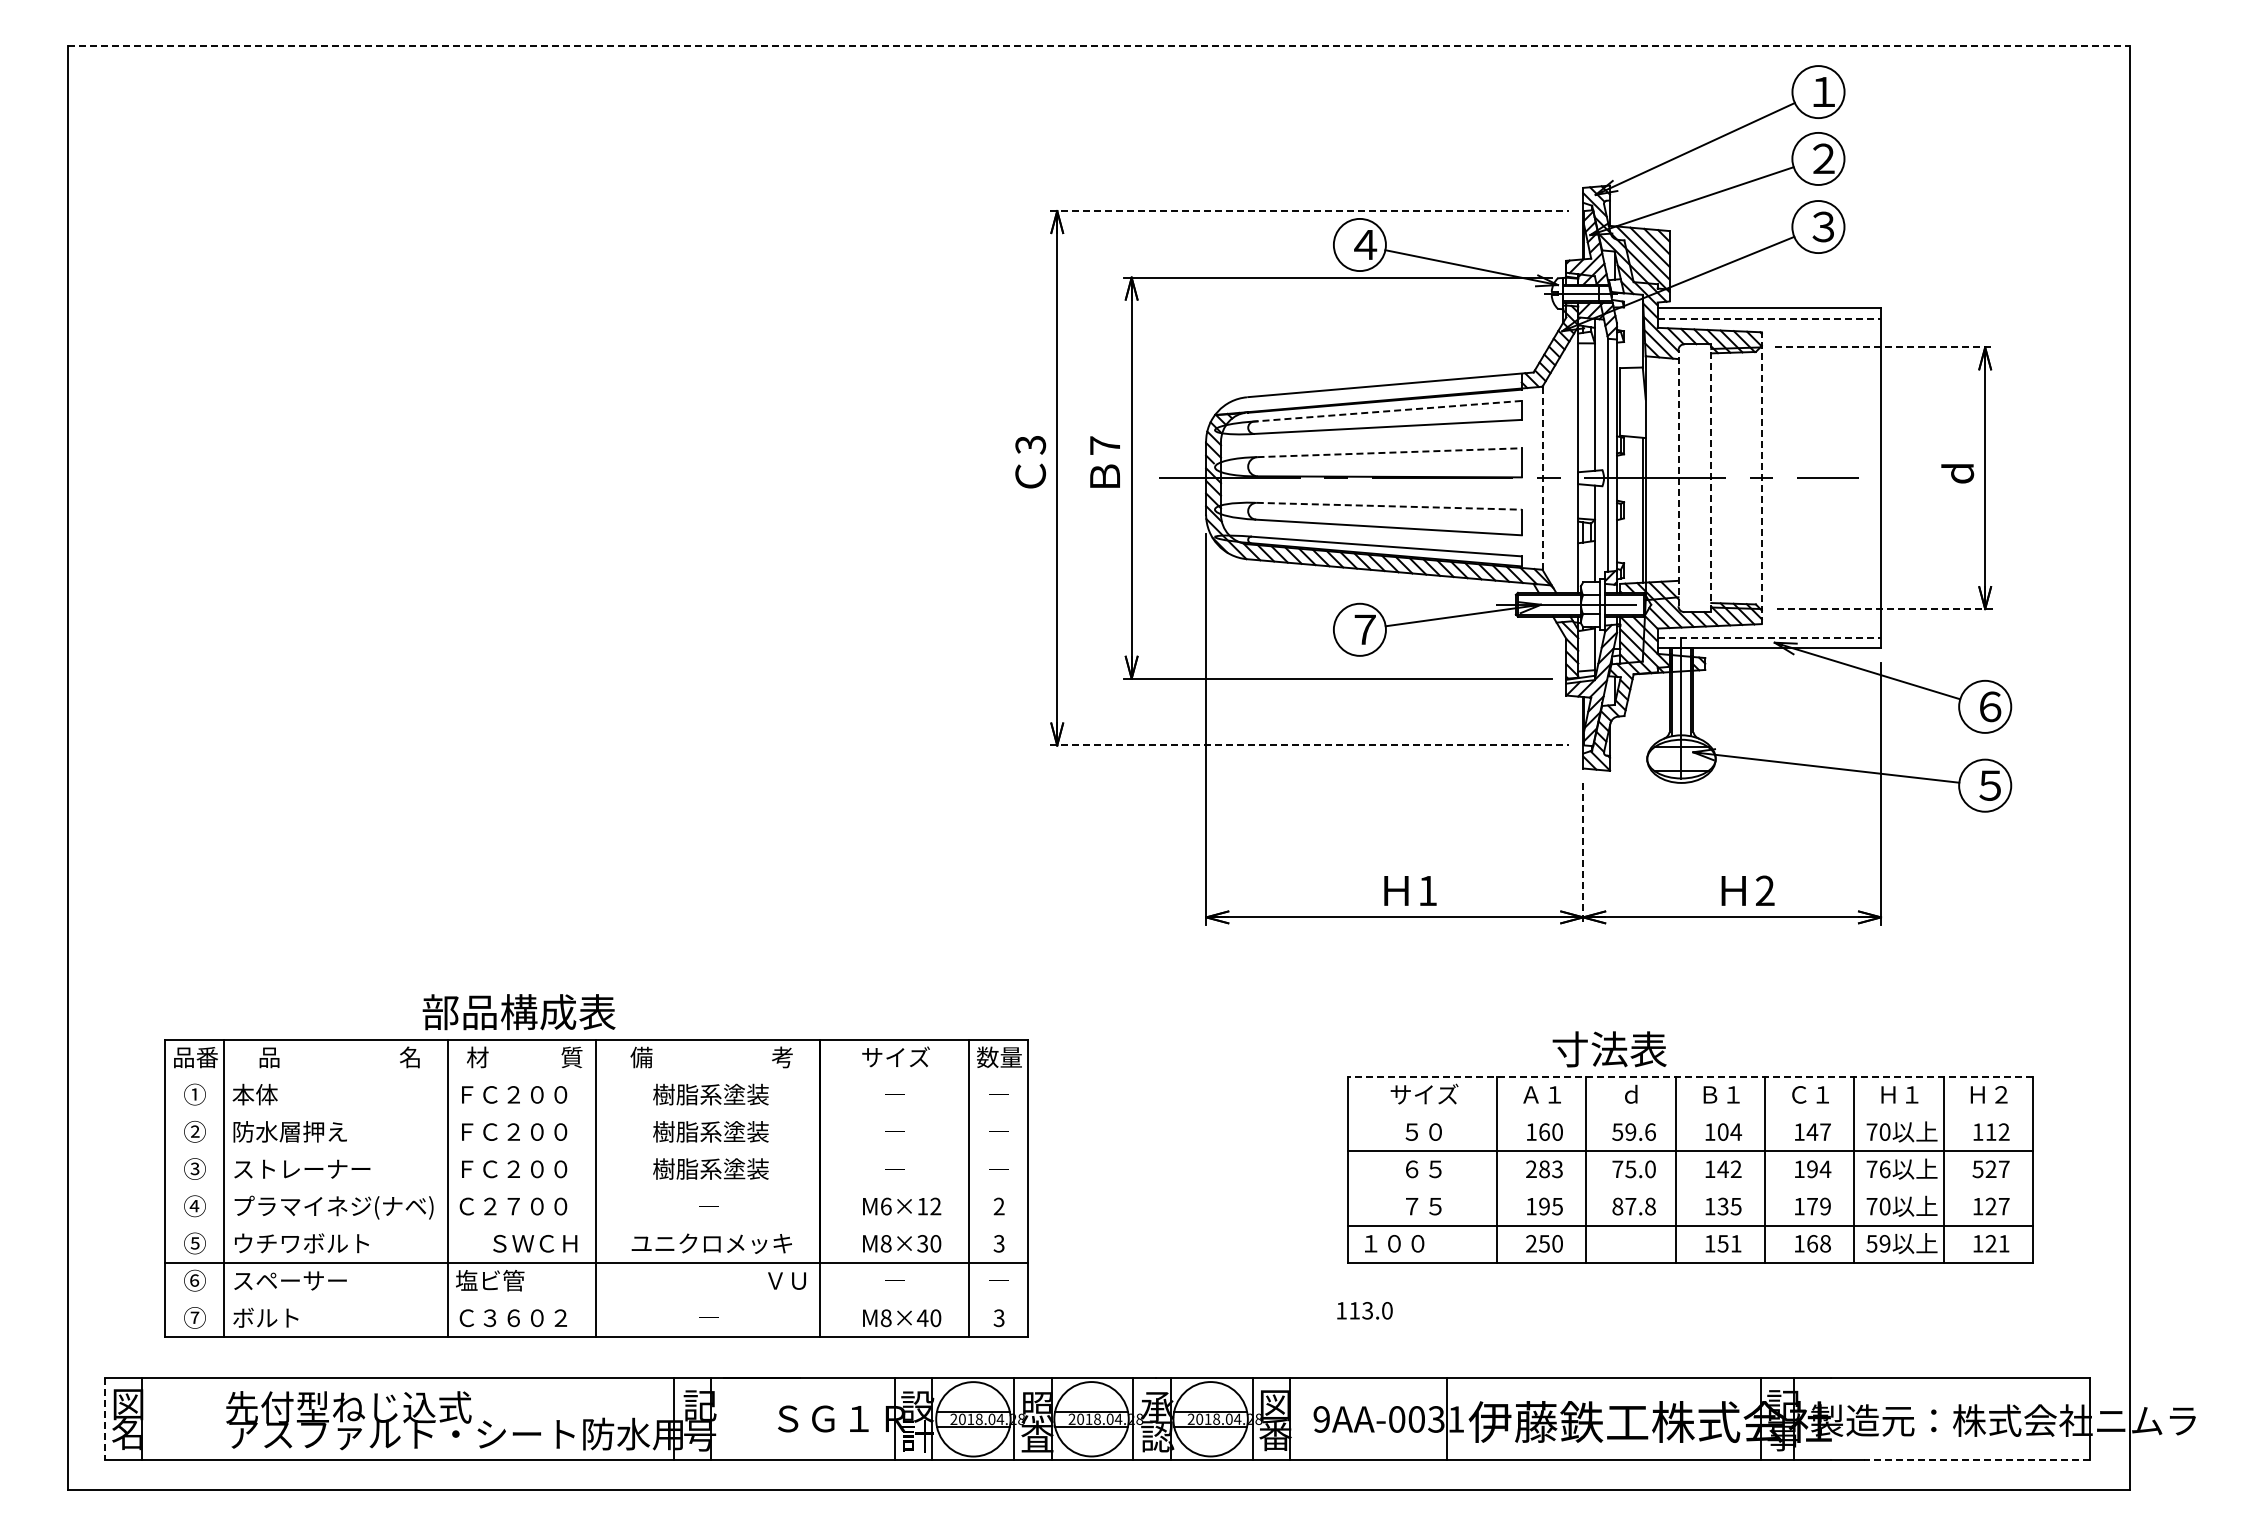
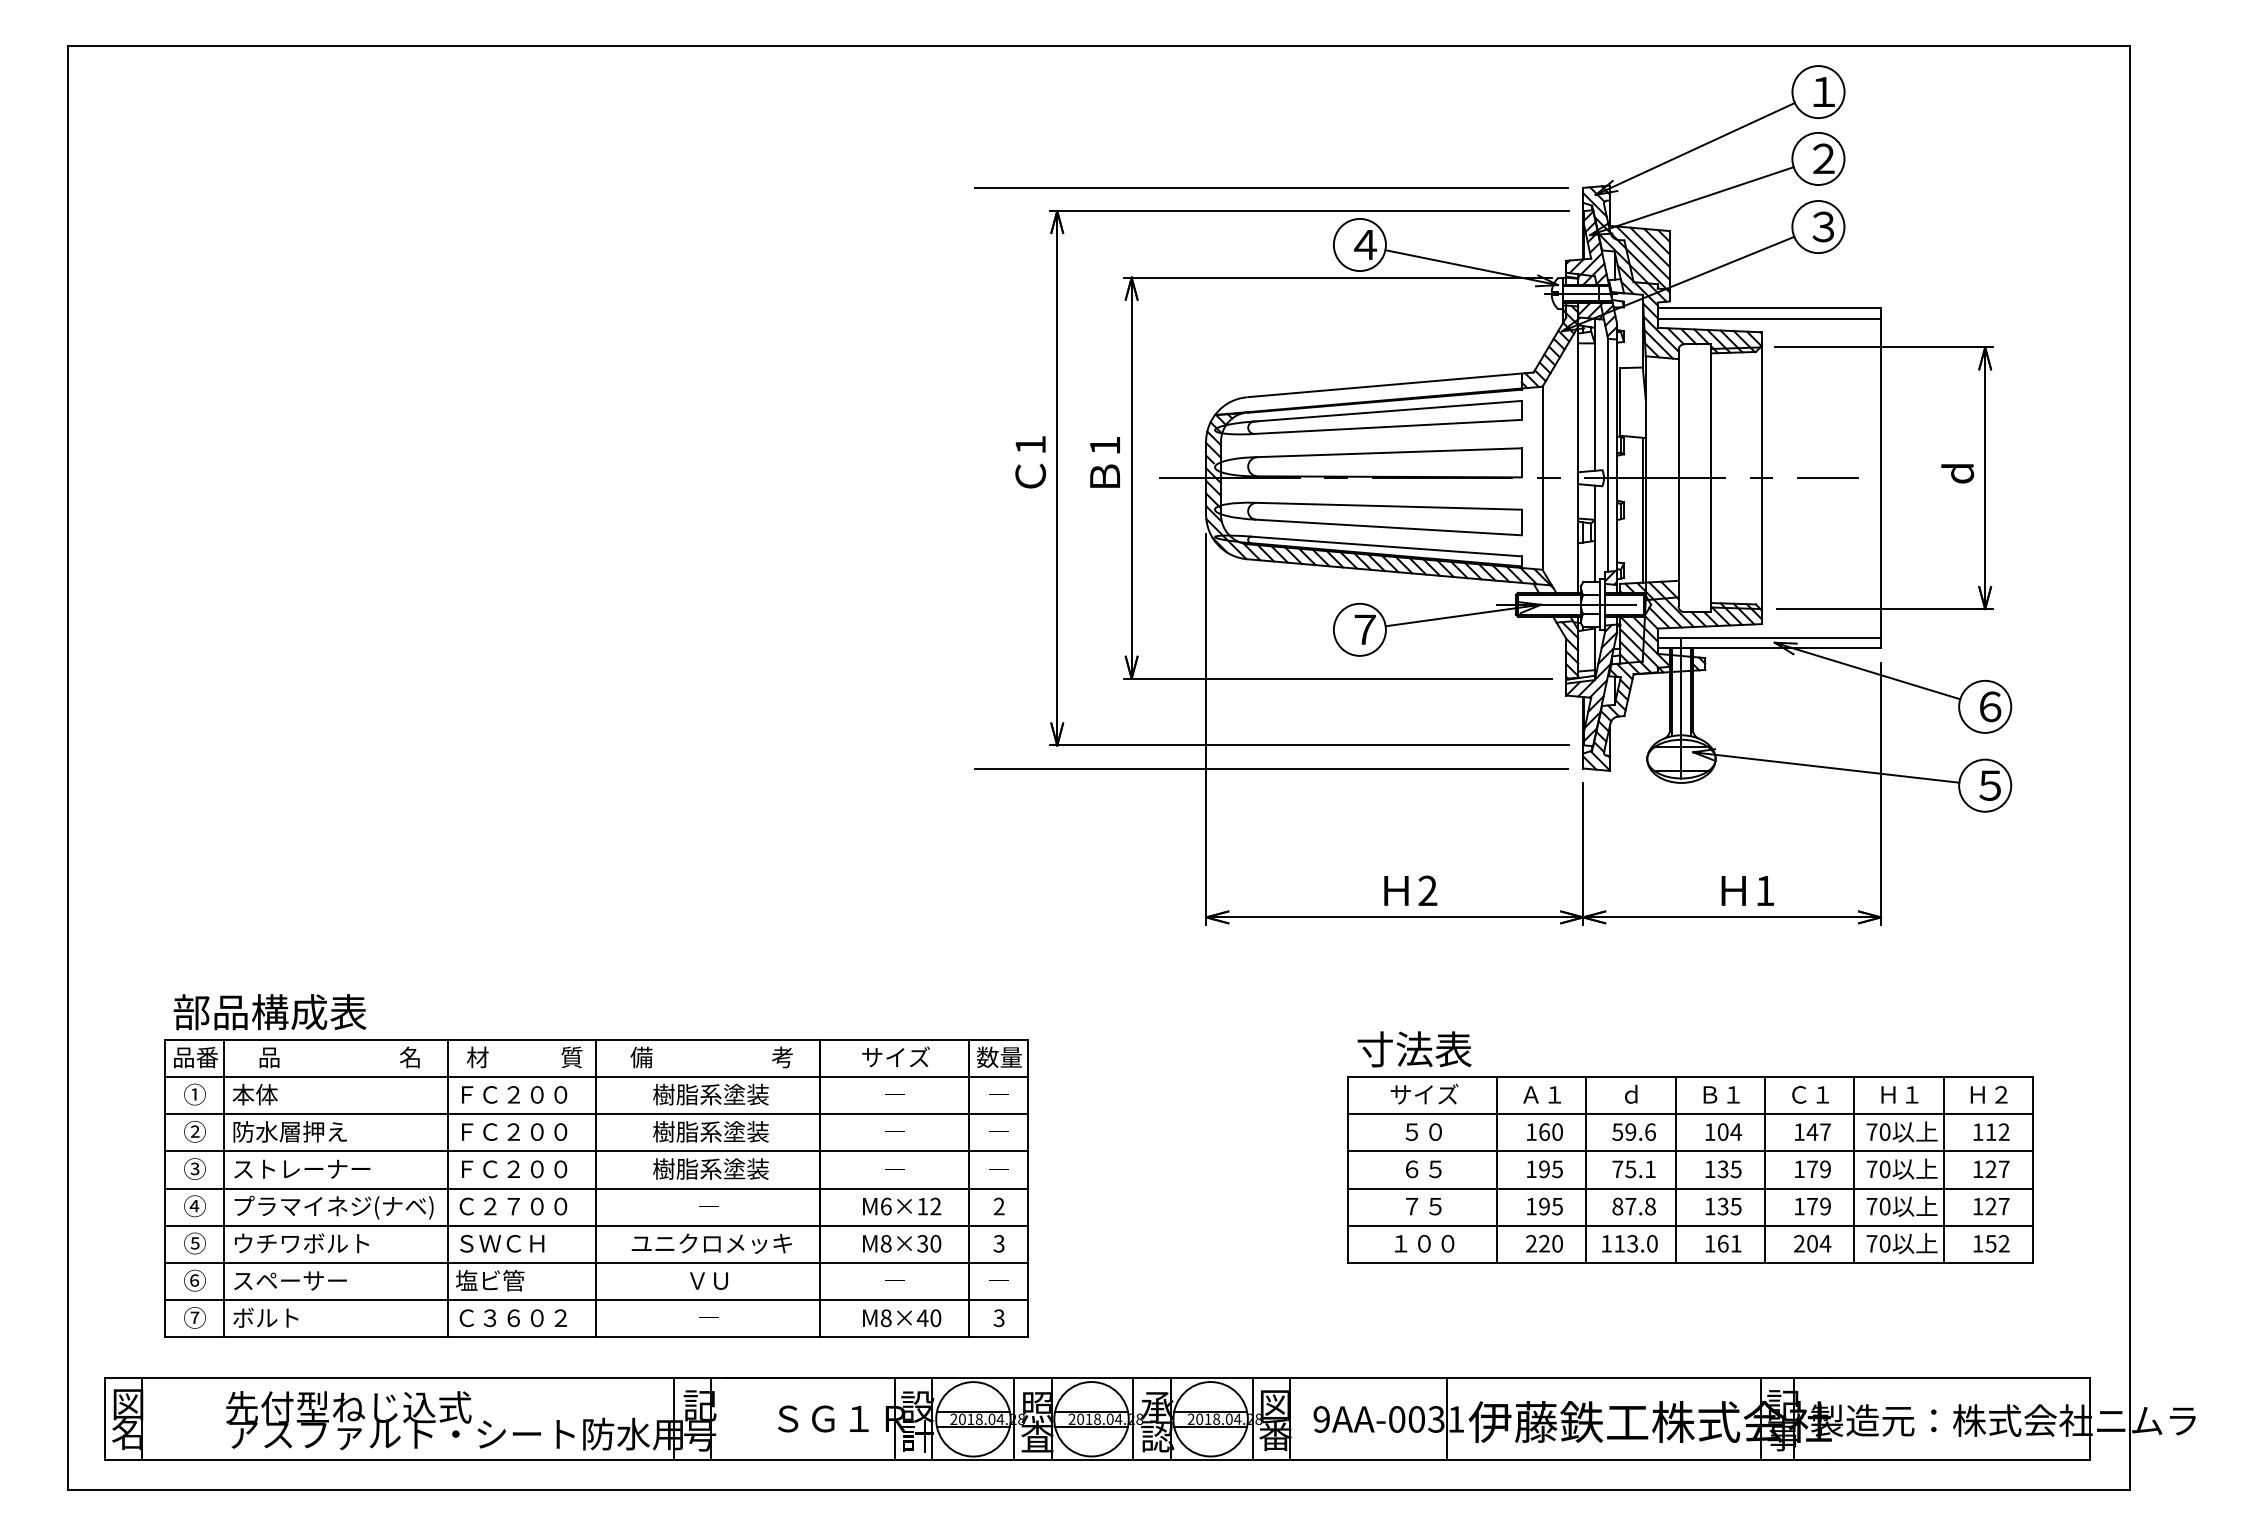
line at (1098, 45): dashed -> solid
line at (1271, 187): none -> present
line at (1309, 211): dashed -> solid
line at (1769, 318): dashed -> solid
line at (1883, 347): dashed -> solid
line at (1387, 411): dashed -> solid
text at (1030, 445): 3 -> 1
text at (1104, 445): 7 -> 1
line at (1390, 452): dashed -> solid
line at (1678, 477): dashed -> solid
line at (1542, 478): dashed -> solid
line at (1711, 478): dashed -> solid
line at (1761, 478): dashed -> solid
line at (1389, 506): dashed -> solid
line at (1884, 609): dashed -> solid
line at (1769, 637): dashed -> solid
line at (1309, 745): dashed -> solid
line at (1271, 768): none -> present
line at (1583, 854): dashed -> solid
text at (1427, 890): 1 -> 2
text at (1765, 890): 2 -> 1
text at (518, 1012) position: (518, 1012) -> (269, 1012)
text at (1609, 1049) position: (1609, 1049) -> (1414, 1049)
line at (596, 1076): none -> present
line at (1690, 1076): dashed -> solid
line at (596, 1114): none -> present
line at (1690, 1114): none -> present
line at (596, 1151): none -> present
text at (1544, 1169): 283 -> 195
text at (1650, 1169): 75.0 -> 75.1
text at (1729, 1169): 142 -> 135
text at (1819, 1169): 194 -> 179
text at (1884, 1169): 76 -> 70
text at (1977, 1169): 527 -> 127
line at (596, 1188): none -> present
line at (1690, 1188): none -> present
line at (596, 1225): none -> present
text at (535, 1243) position: (535, 1243) -> (502, 1243)
text at (1394, 1243) position: (1394, 1243) -> (1424, 1243)
text at (1544, 1243): 250 -> 220
text at (1722, 1243): 151 -> 161
text at (1812, 1243): 168 -> 204
text at (1878, 1243): 59 -> 70
text at (1997, 1243): 121 -> 152
text at (786, 1280) position: (786, 1280) -> (708, 1280)
line at (596, 1300): none -> present
text at (1364, 1310) position: (1364, 1310) -> (1629, 1243)
line at (105, 1419): dashed -> solid
line at (1976, 1460): dashed -> solid
